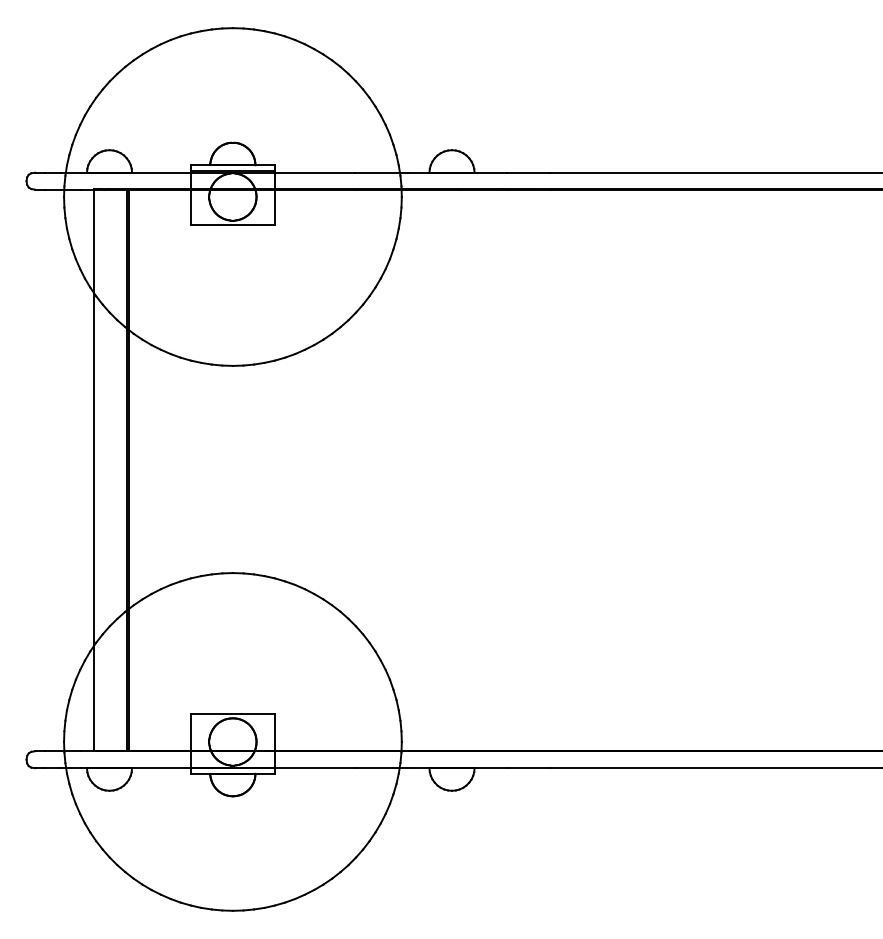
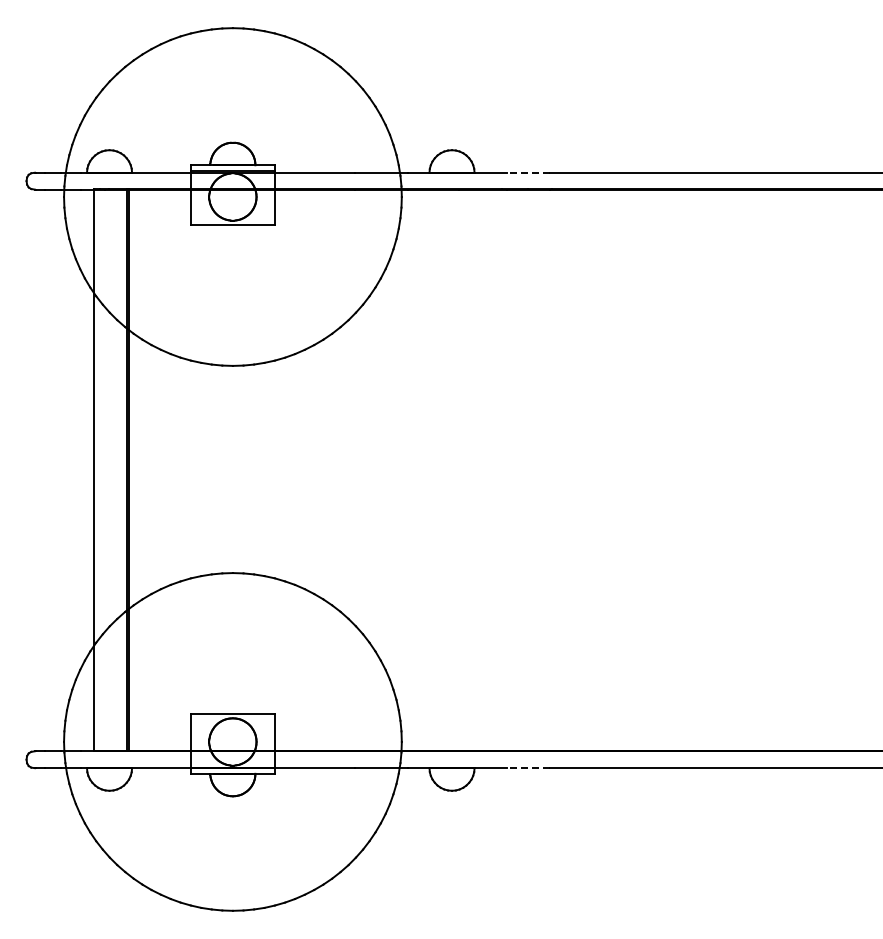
line at (528, 172): solid -> dashed
line at (528, 768): solid -> dashed
